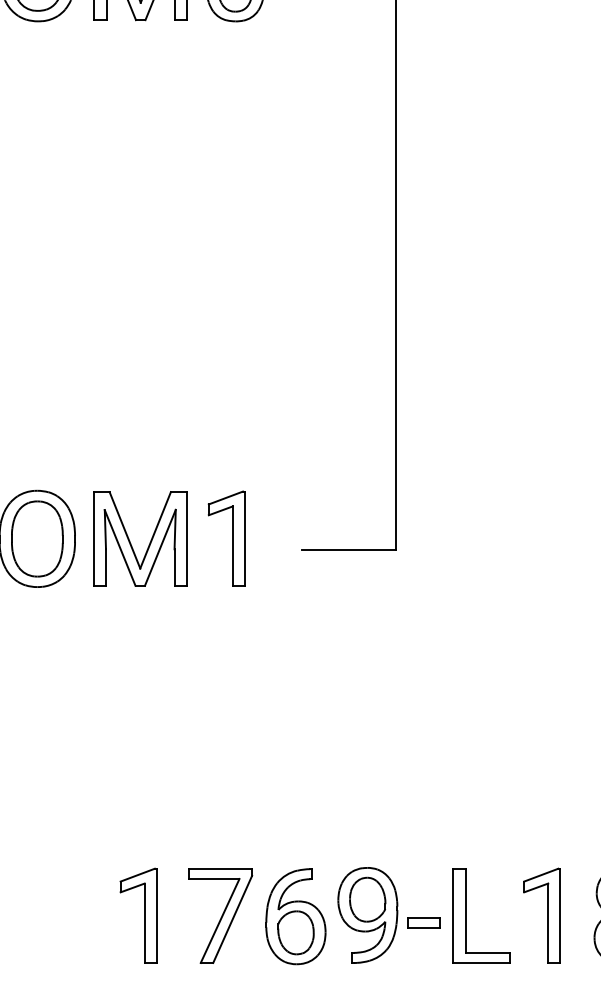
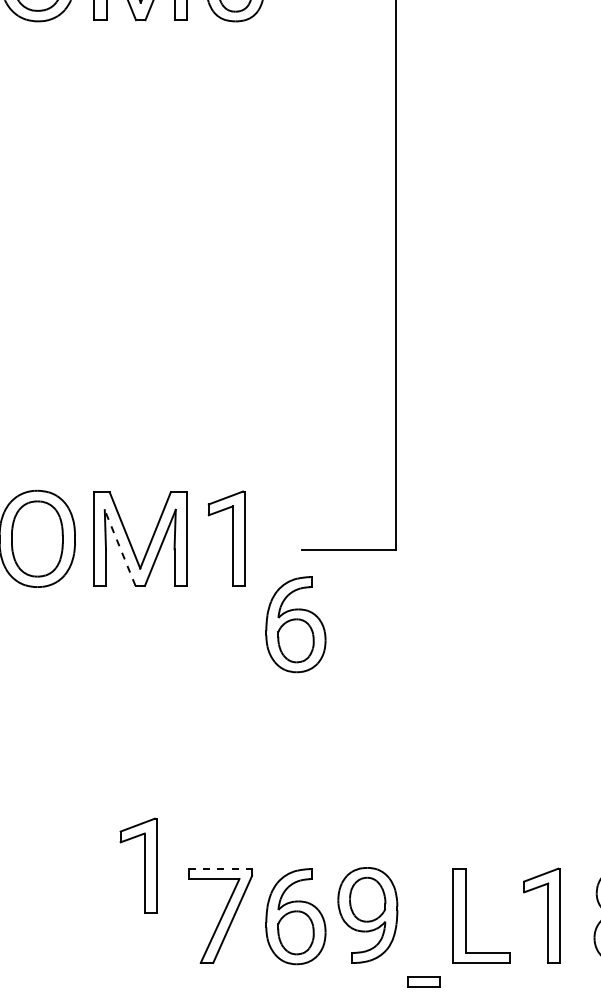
line at (120, 547): solid -> dashed
part at (295, 624): none -> present
line at (220, 869): solid -> dashed
part at (138, 915) position: (138, 915) -> (138, 865)
part at (423, 922) position: (423, 922) -> (423, 981)
